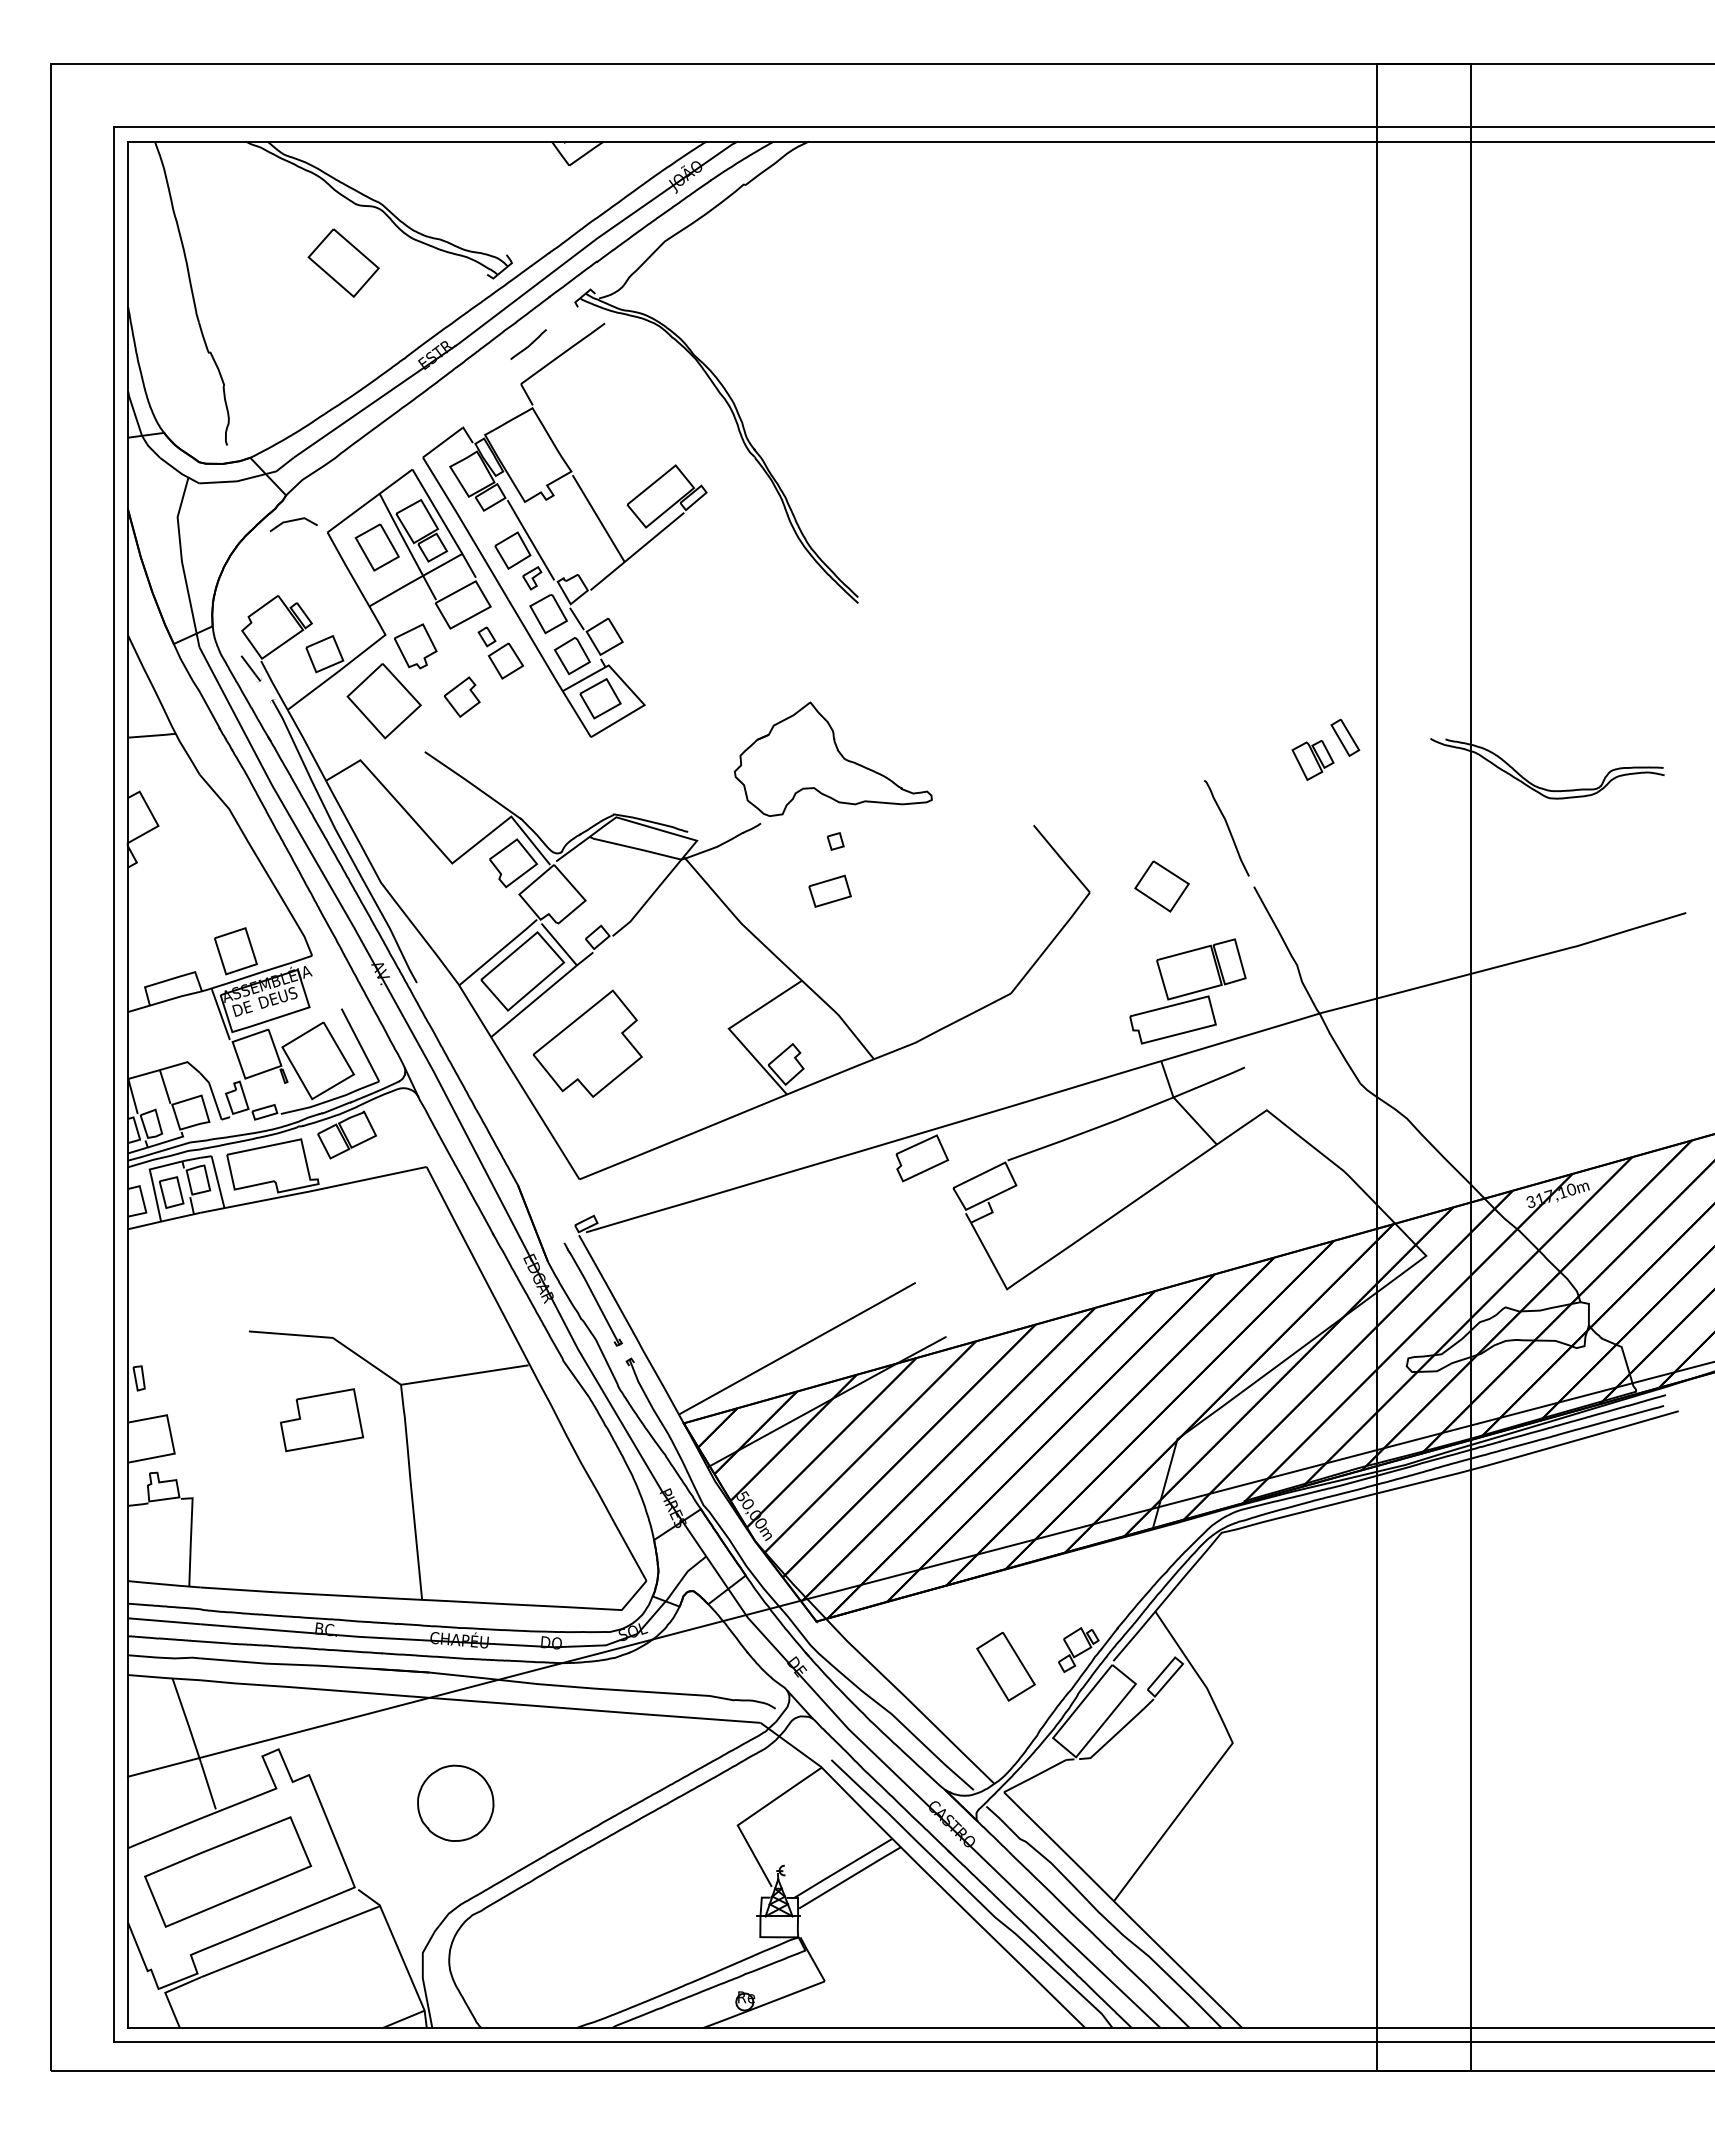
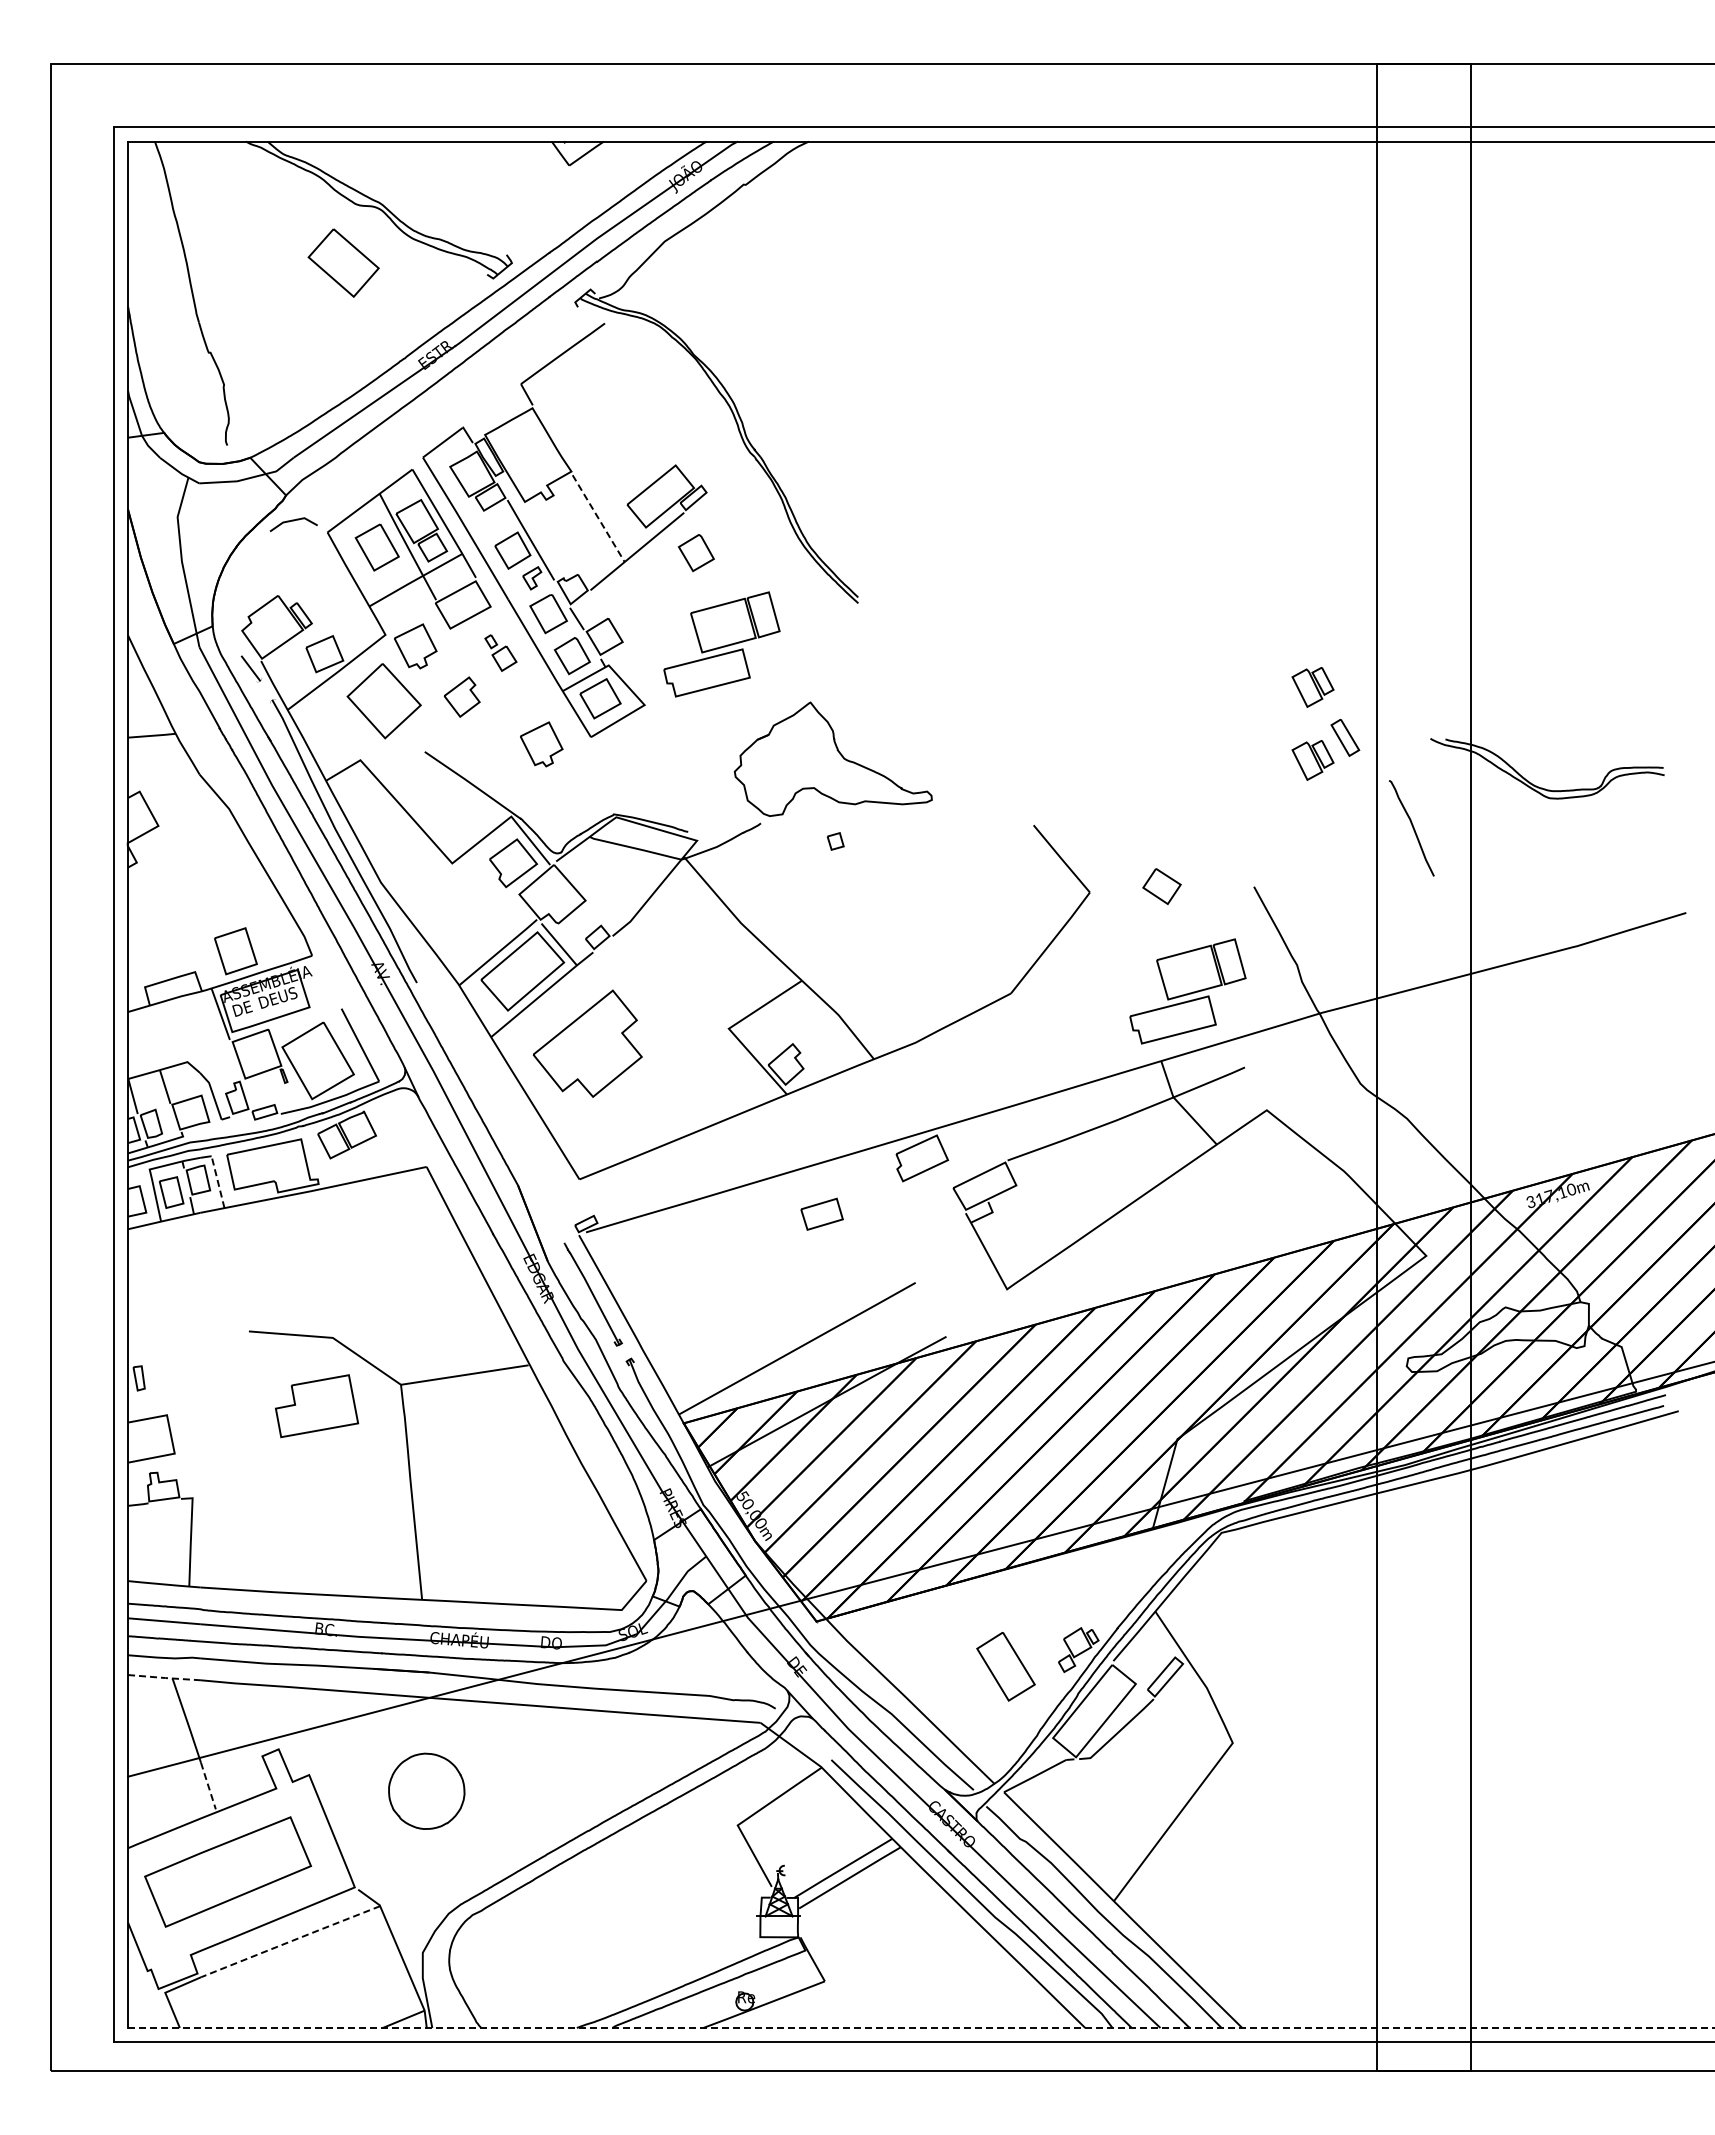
curve at (529, 344): present -> none
line at (598, 518): solid -> dashed
part at (695, 553): none -> present
part at (721, 644): none -> present
part at (500, 652) size: 48x54 px -> 34x38 px
part at (1312, 687): none -> present
part at (541, 744): none -> present
curve at (1227, 828) position: (1227, 828) -> (1412, 828)
part at (1161, 886) size: 56x53 px -> 40x37 px
part at (829, 890) position: (829, 890) -> (821, 1213)
line at (218, 1182): solid -> dashed
part at (322, 1420) position: (322, 1420) -> (317, 1406)
line at (164, 1677): solid -> dashed
line at (208, 1786): solid -> dashed
part at (455, 1802) position: (455, 1802) -> (426, 1790)
line at (290, 1941): solid -> dashed
line at (921, 2027): solid -> dashed
